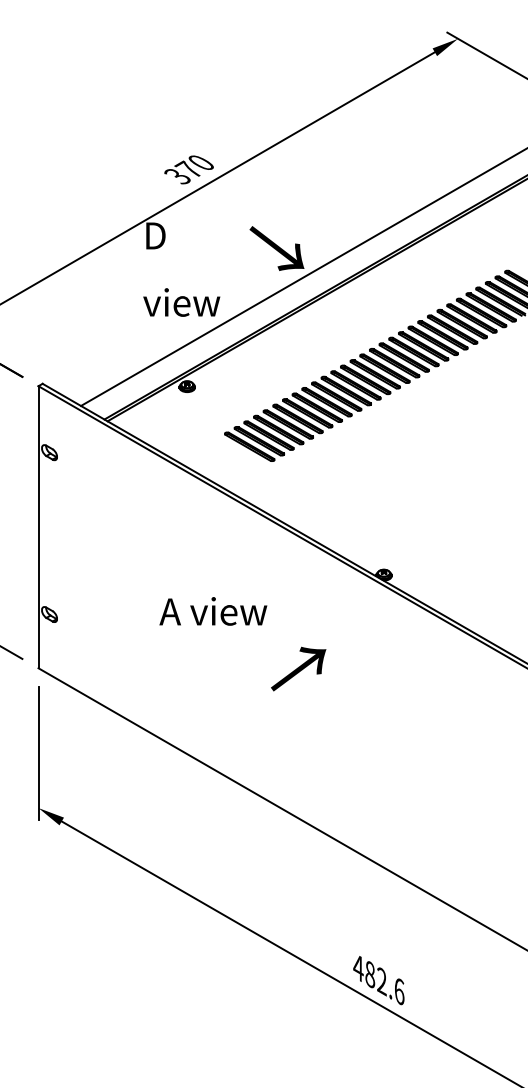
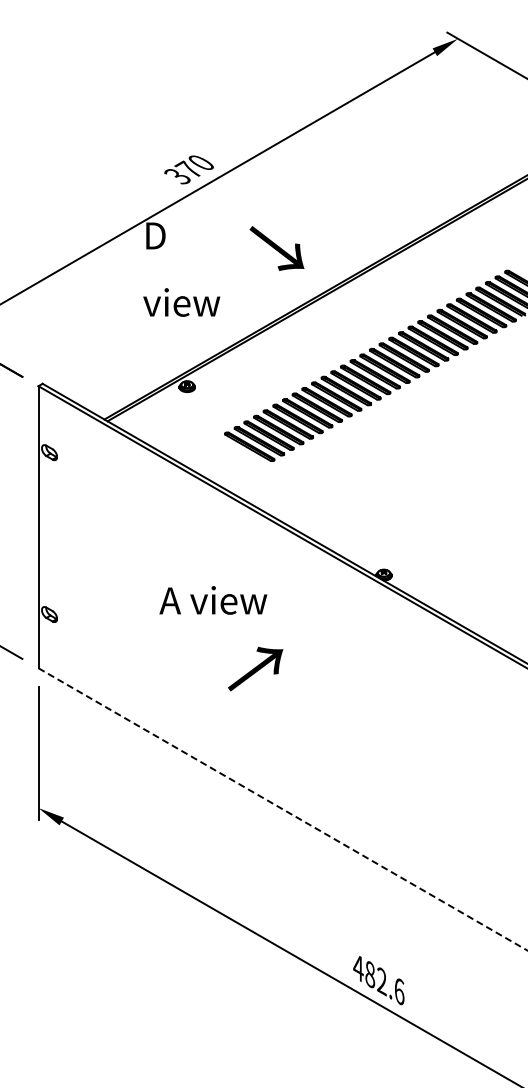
line at (302, 277): present -> none
text at (213, 611) position: (213, 611) -> (213, 600)
text at (298, 668) position: (298, 668) -> (255, 668)
line at (283, 809): solid -> dashed
